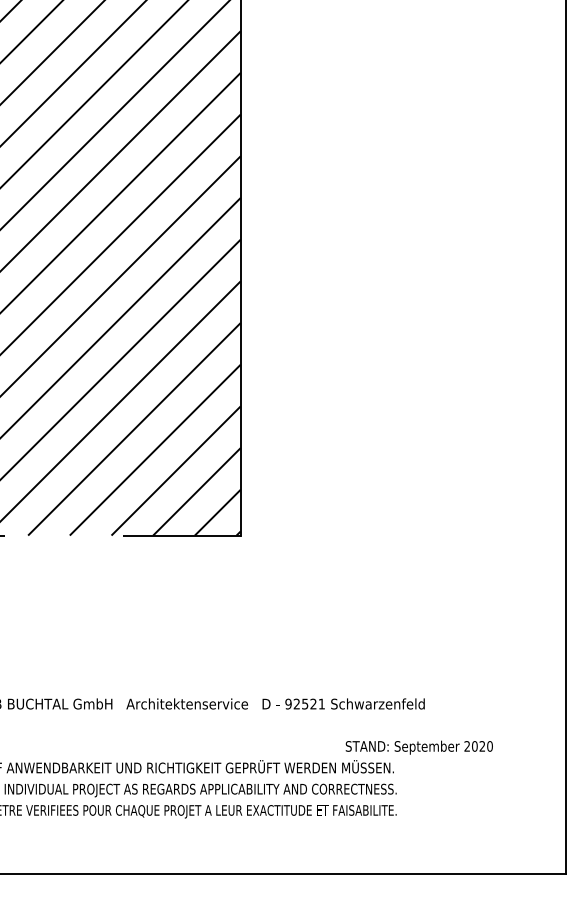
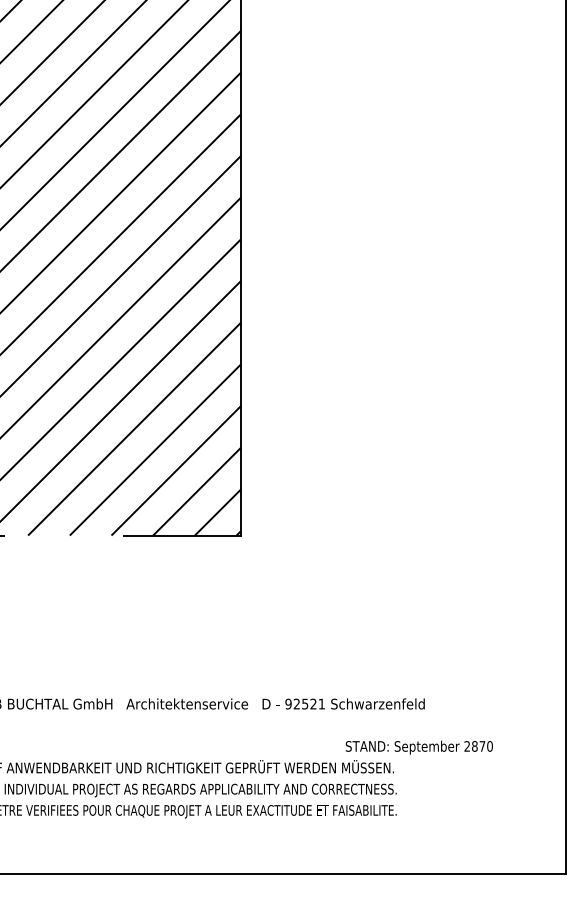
text at (478, 746): 2020 -> 2870
